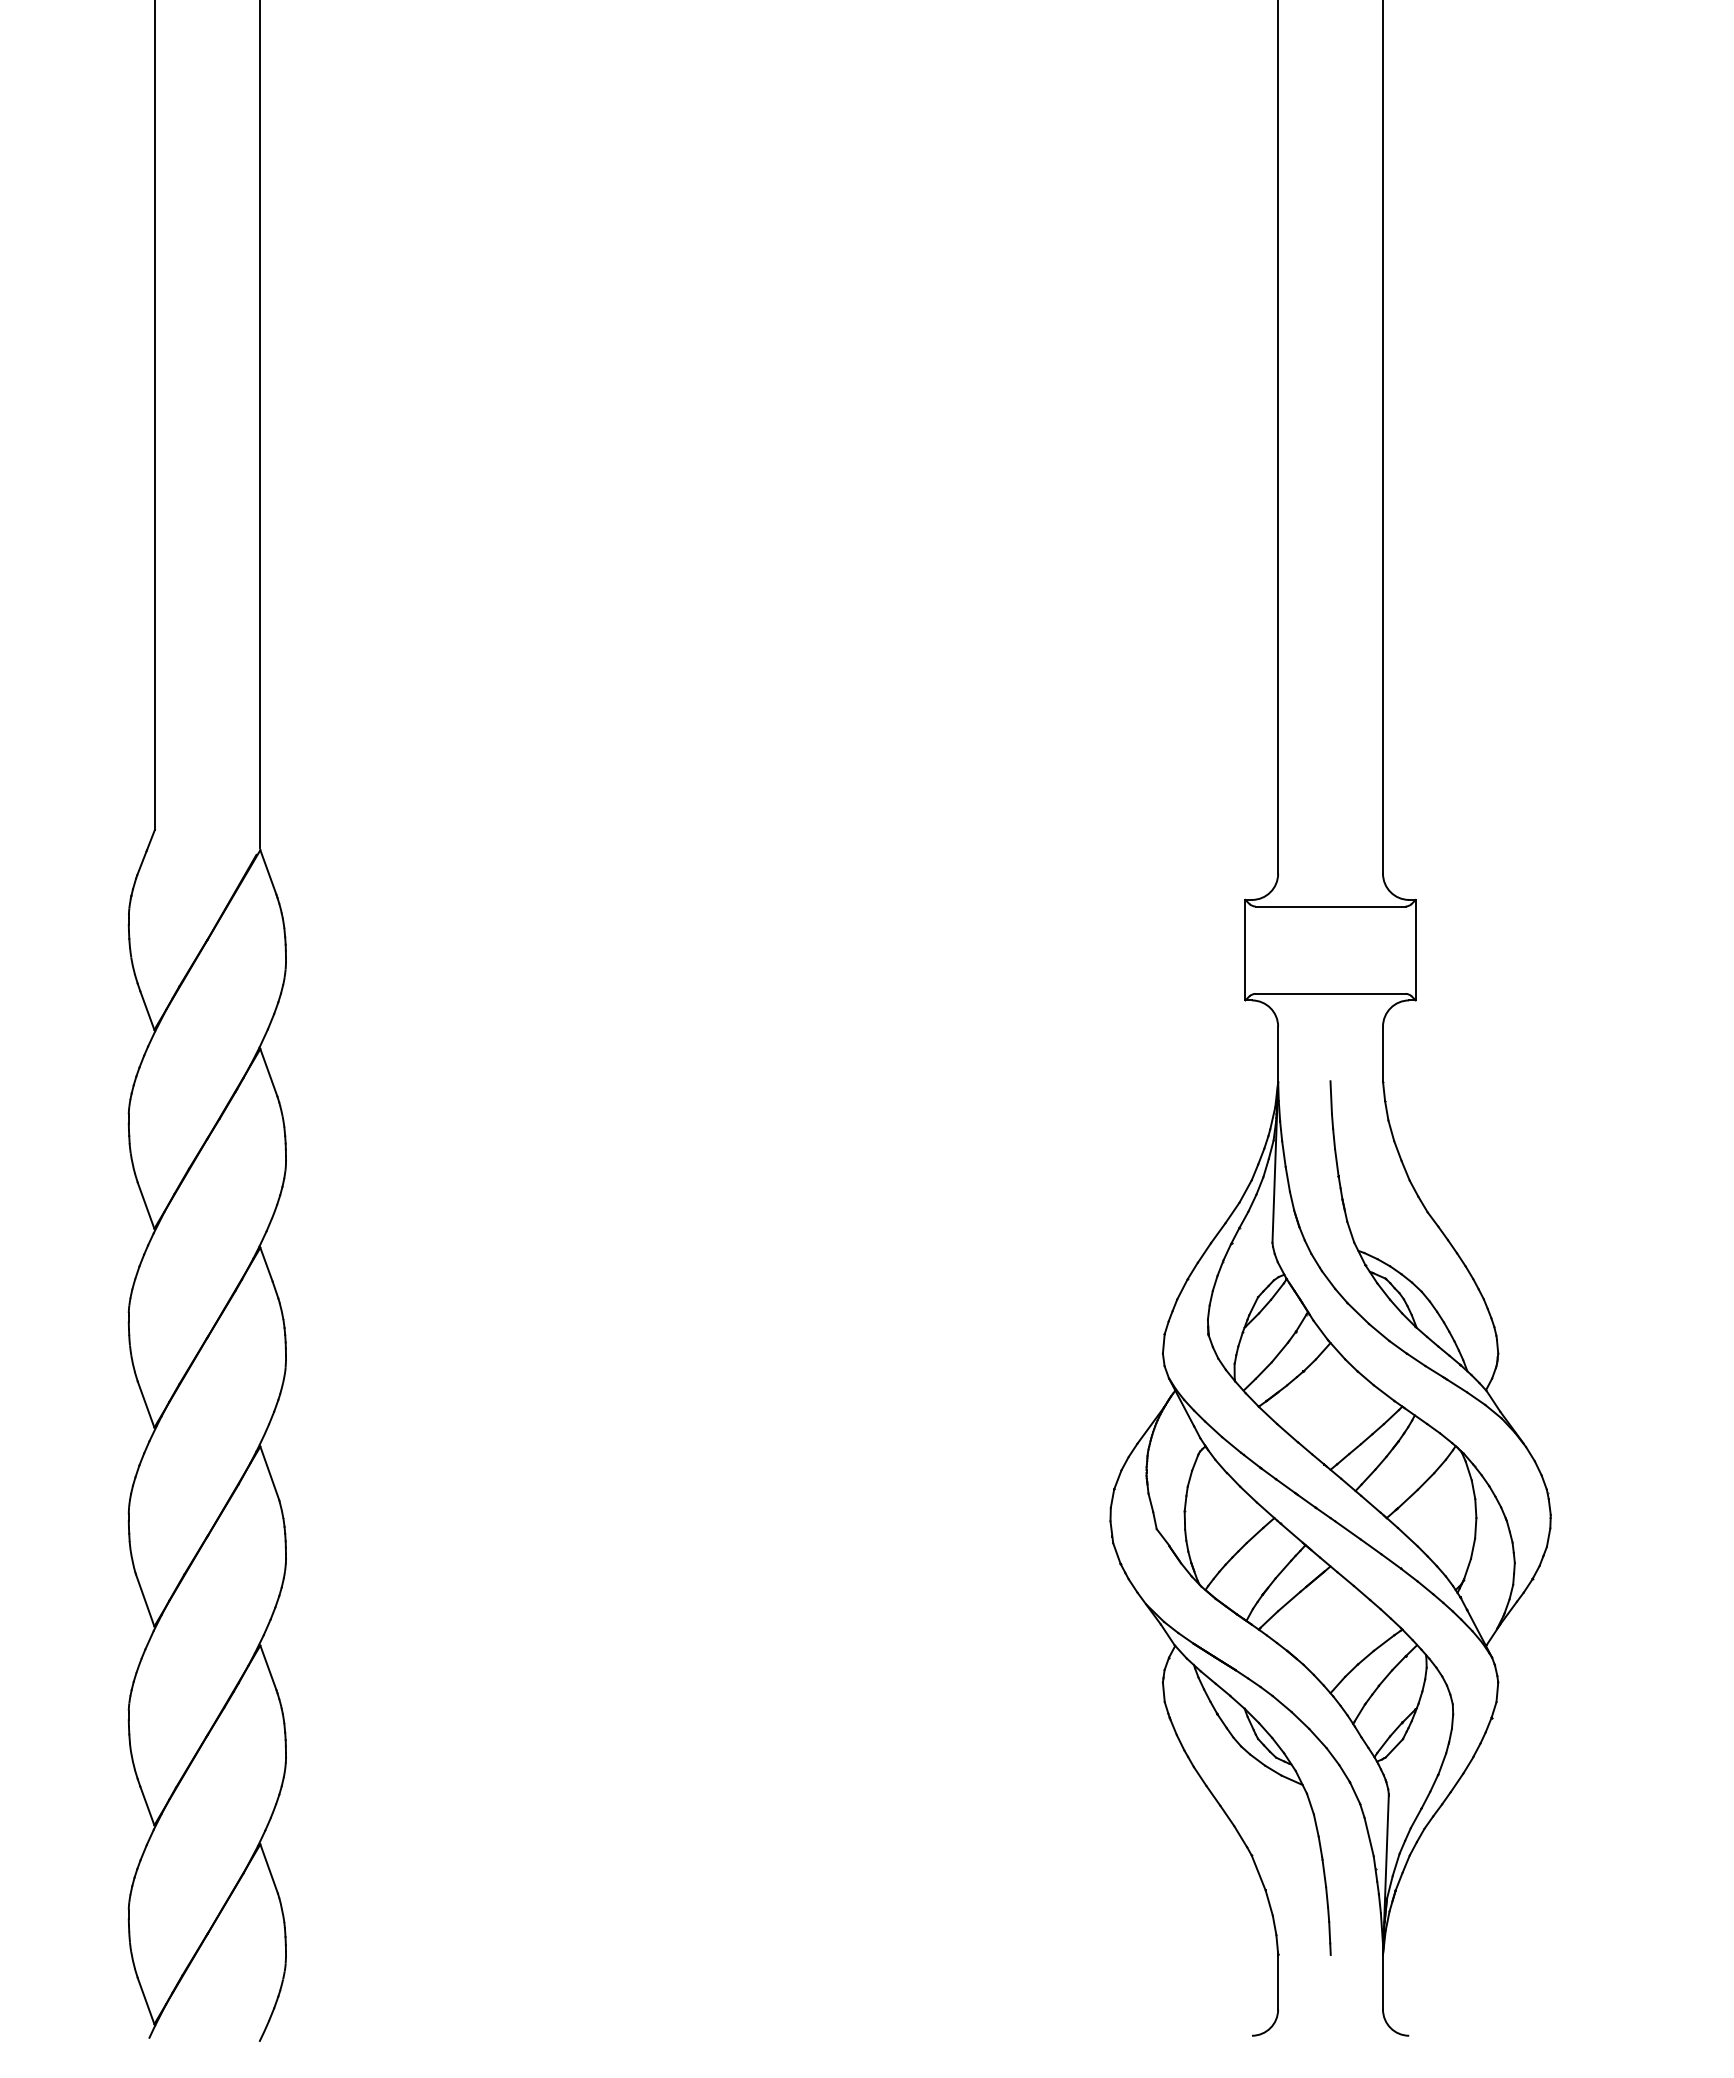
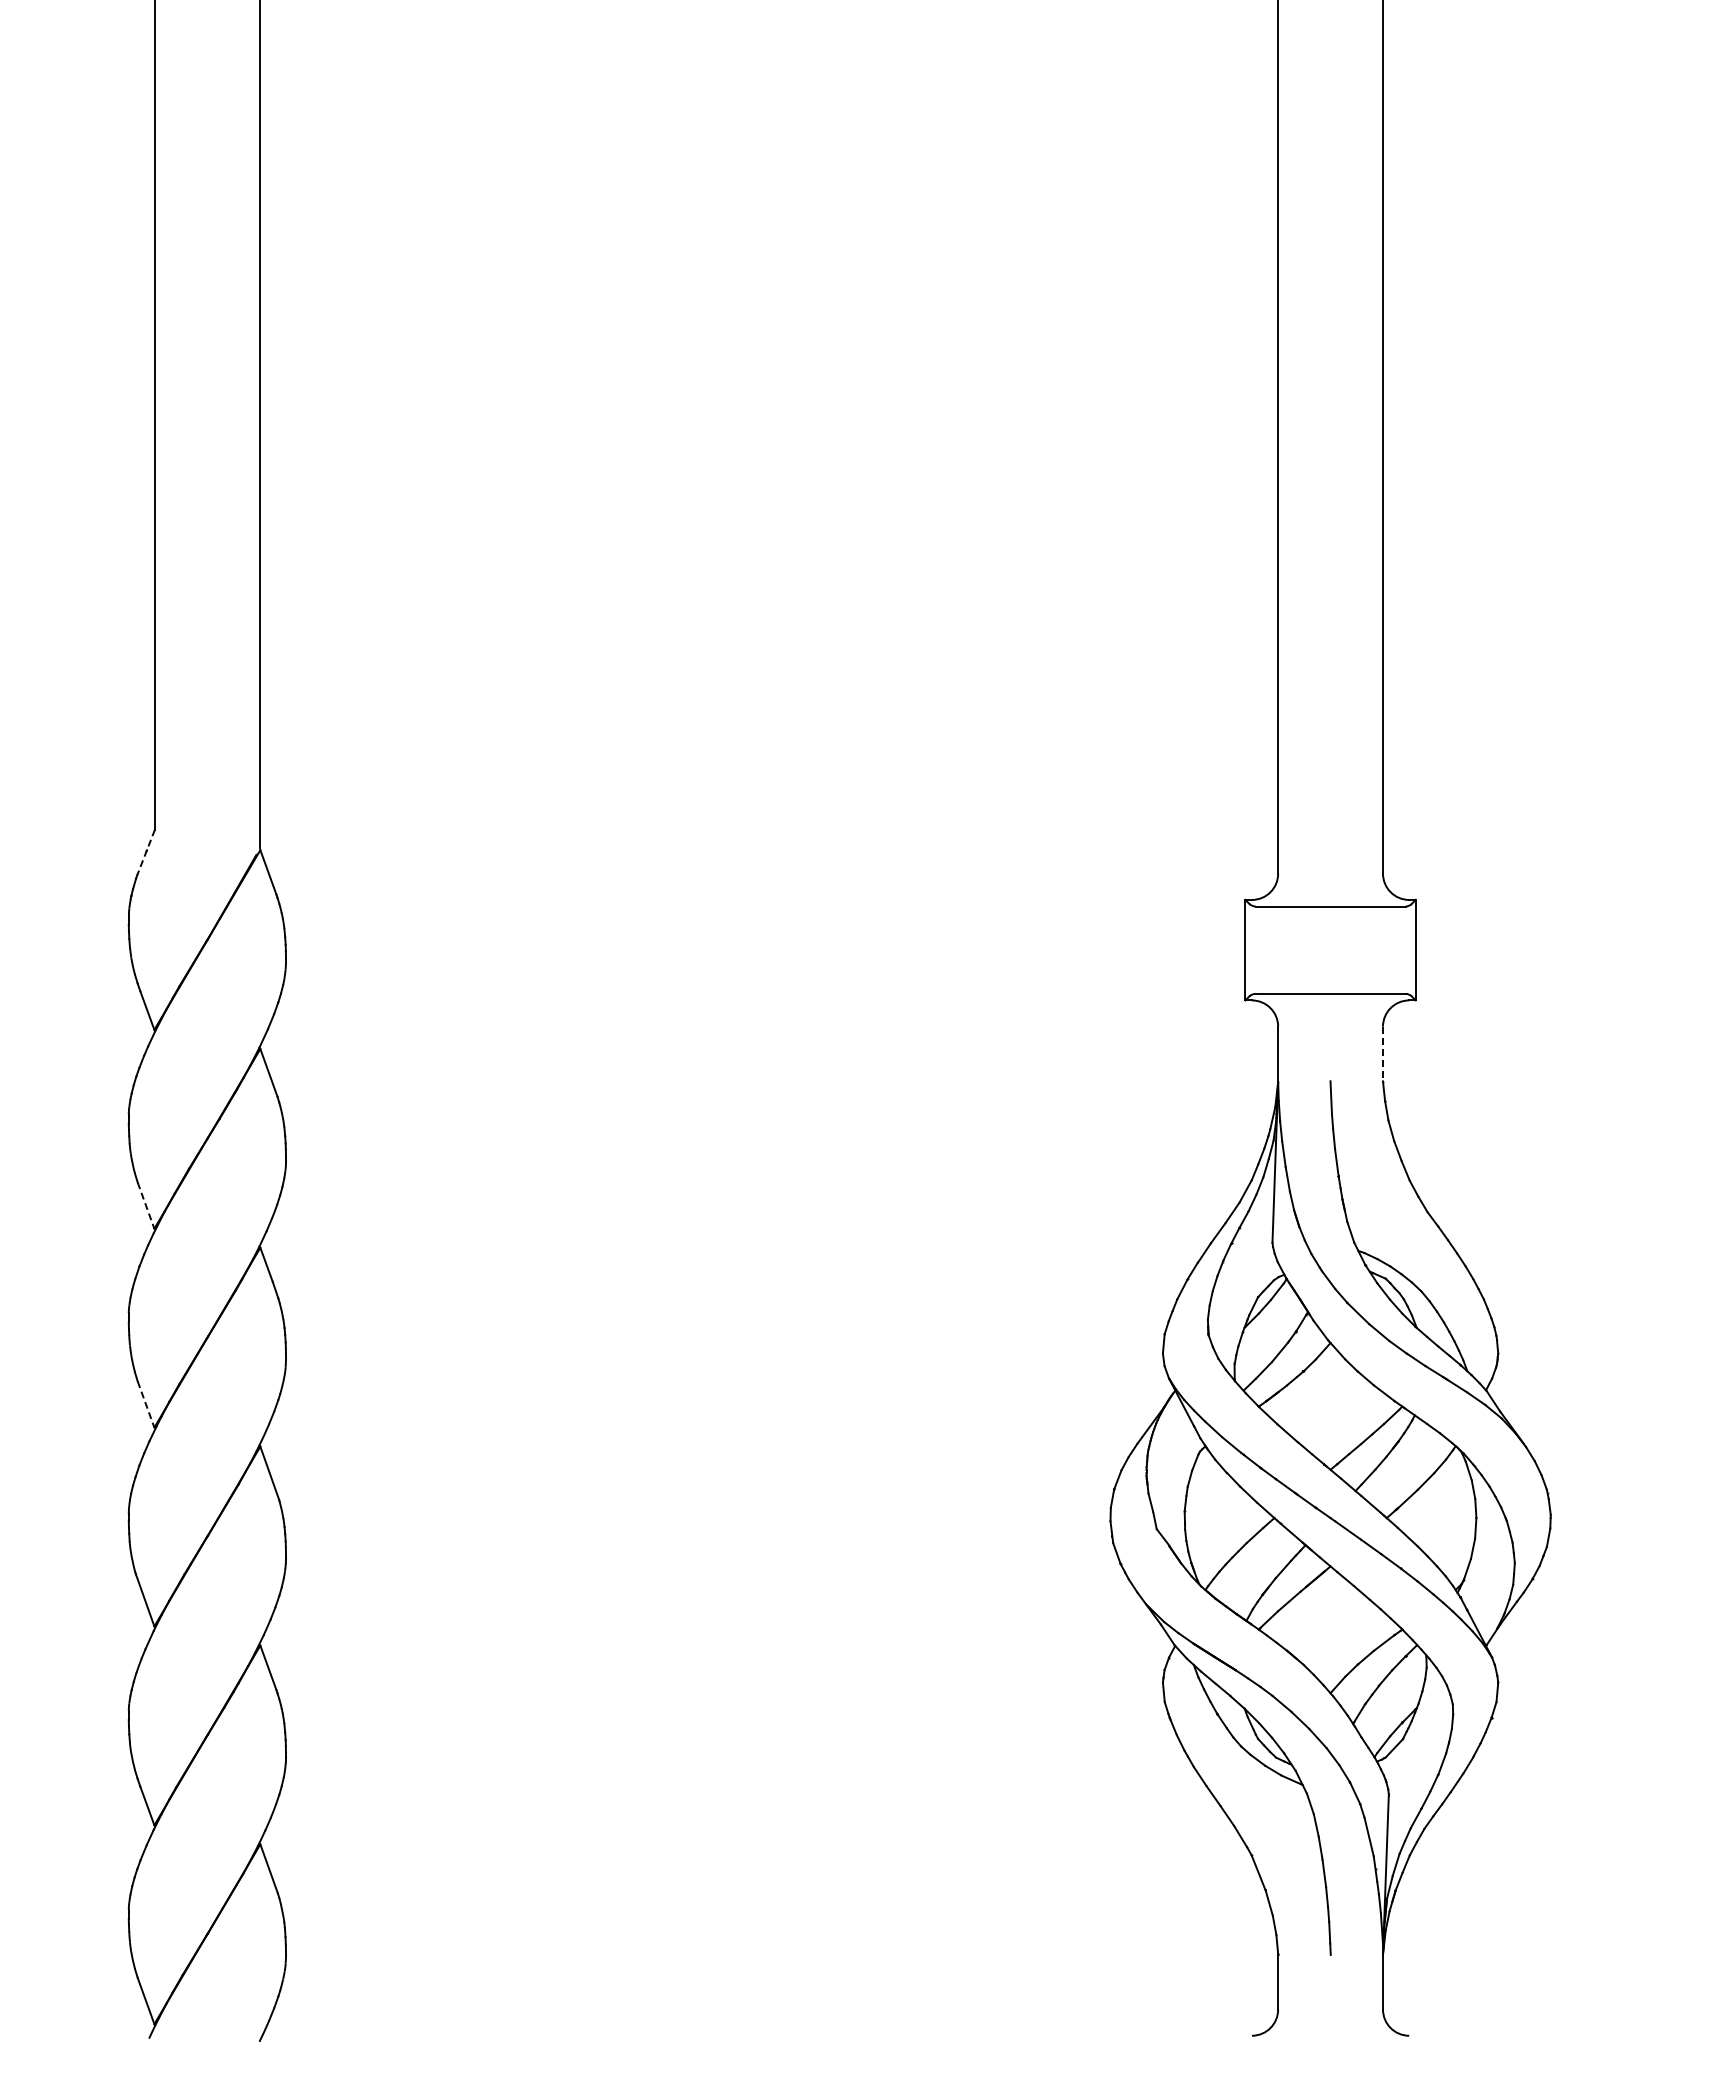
line at (145, 852): solid -> dashed
line at (1383, 1054): solid -> dashed
line at (146, 1205): solid -> dashed
line at (146, 1404): solid -> dashed
